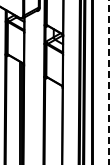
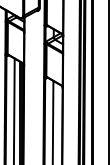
line at (108, 82): dashed -> solid
line at (13, 109): none -> present
line at (52, 121): none -> present
